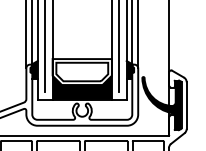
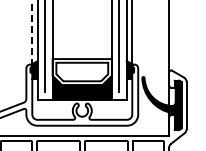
line at (32, 32): solid -> dashed
line at (26, 35): present -> none
line at (138, 35): present -> none
